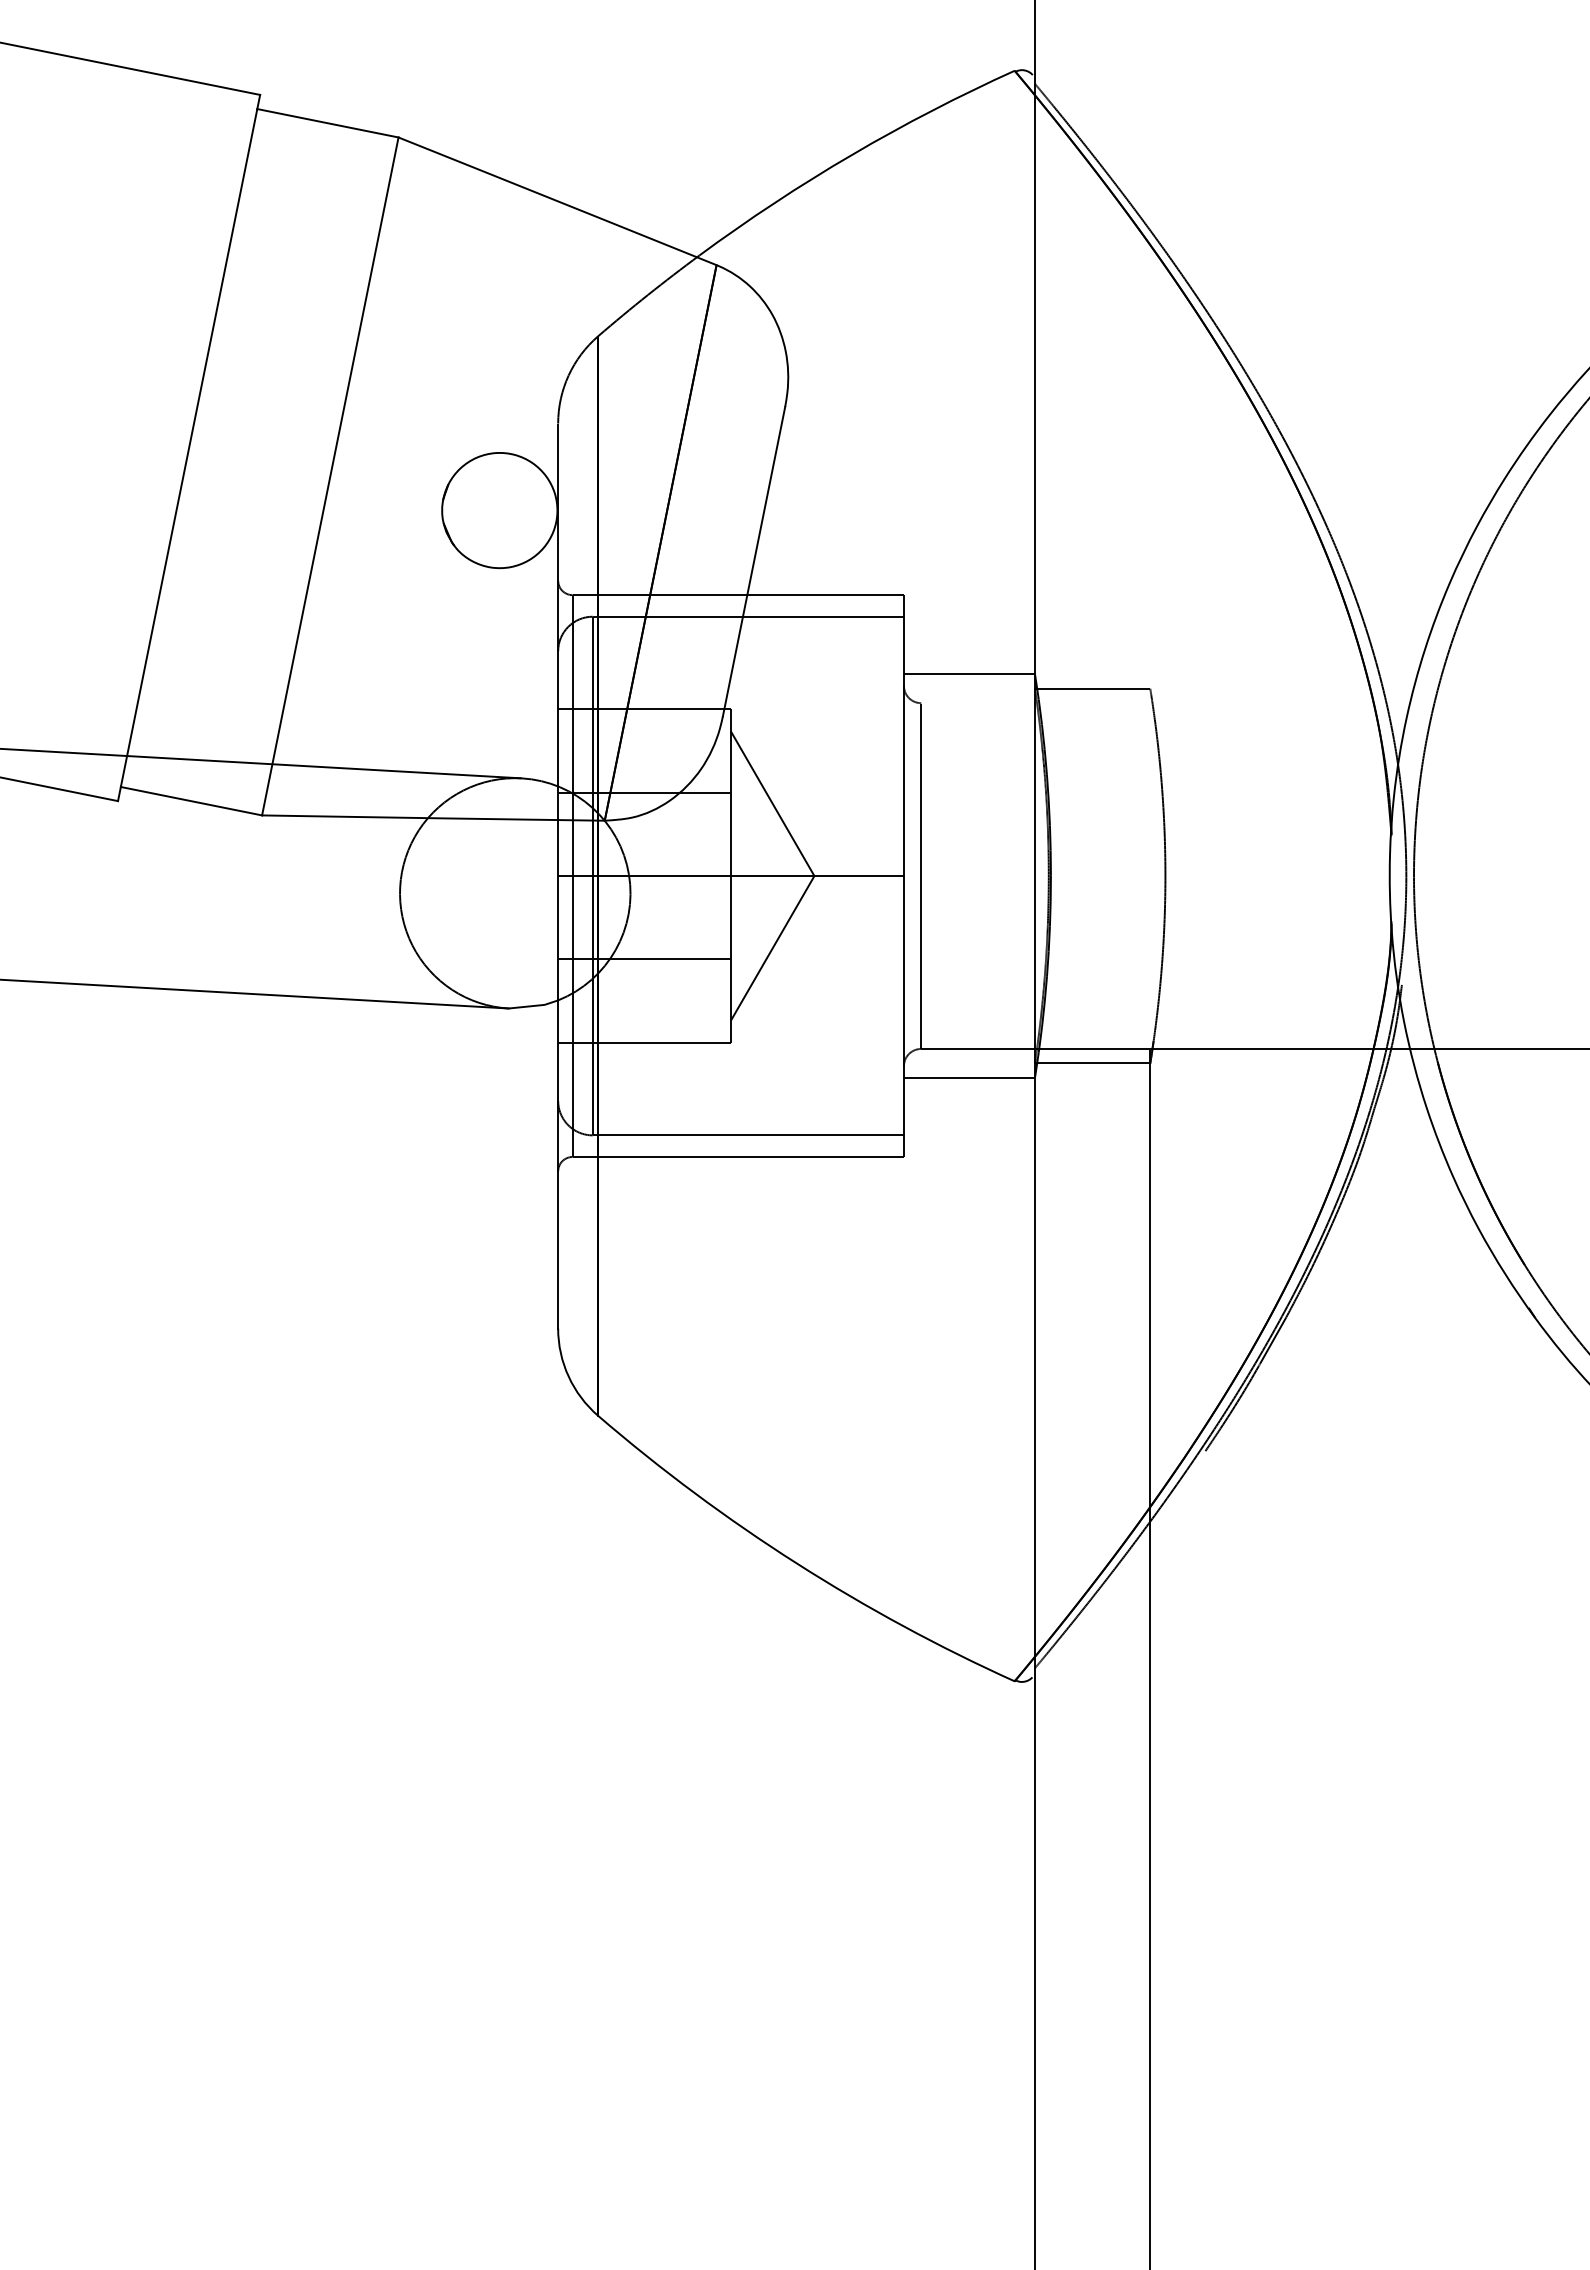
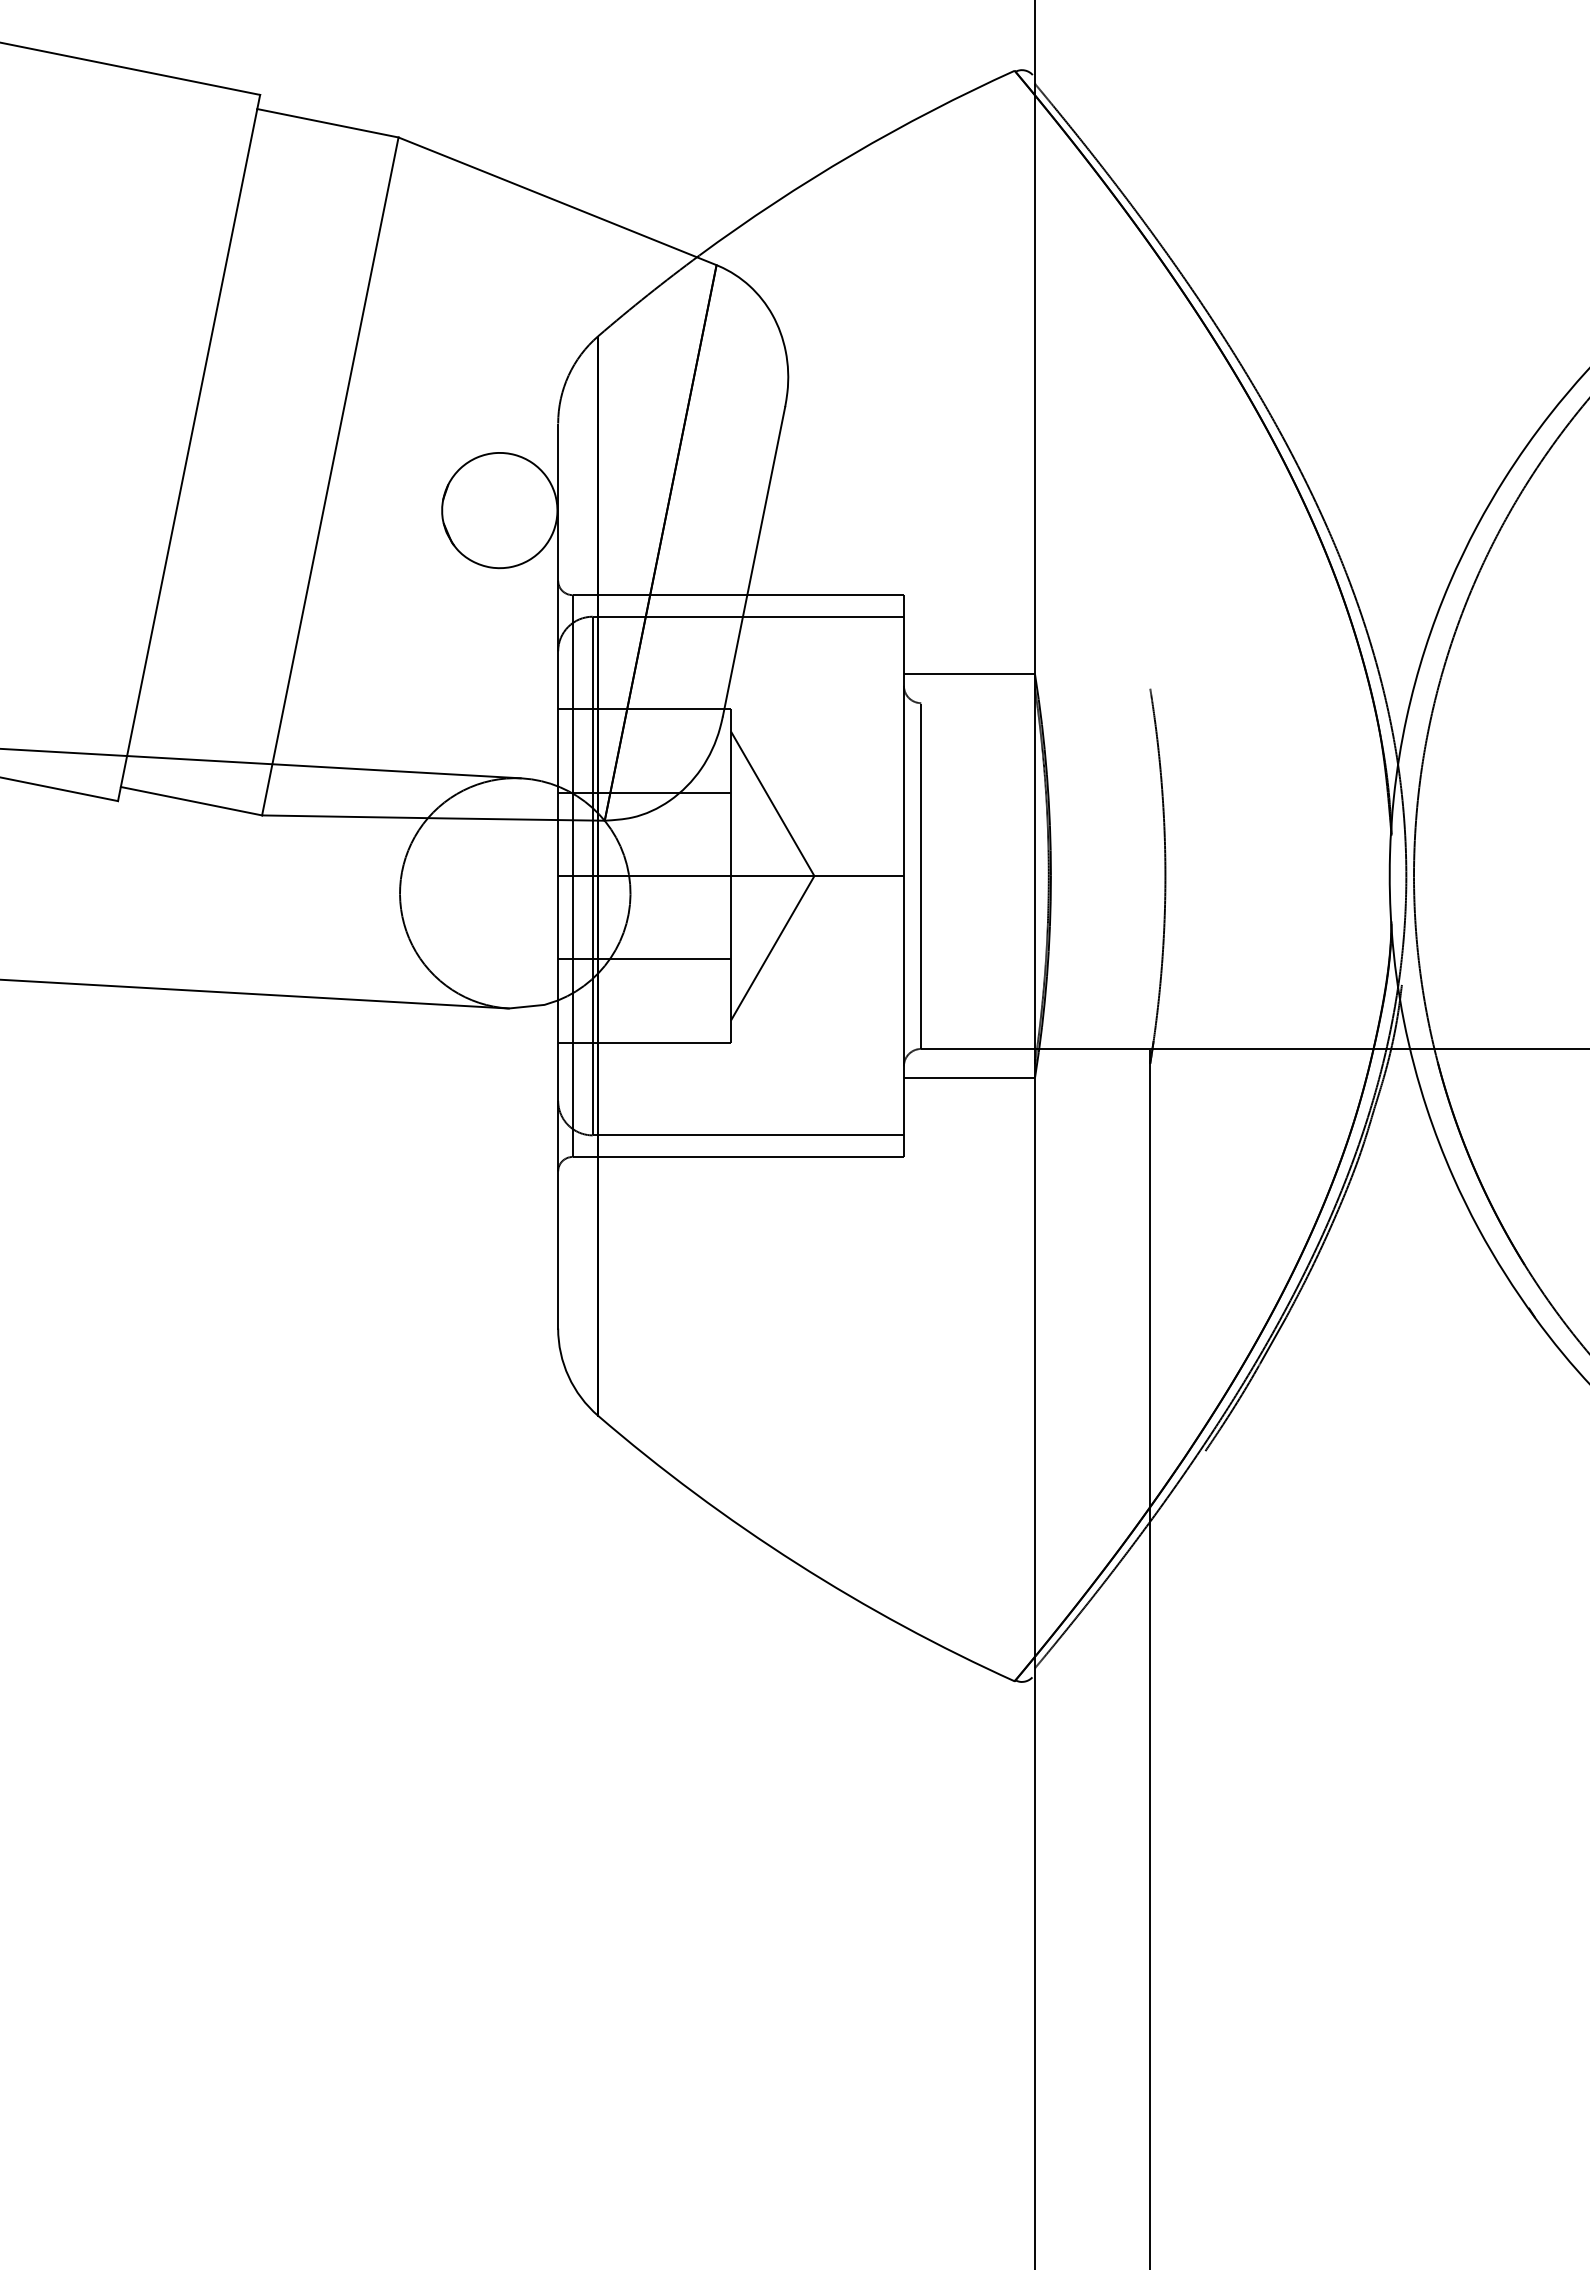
line at (1092, 688): present -> none
line at (1092, 1063): present -> none
